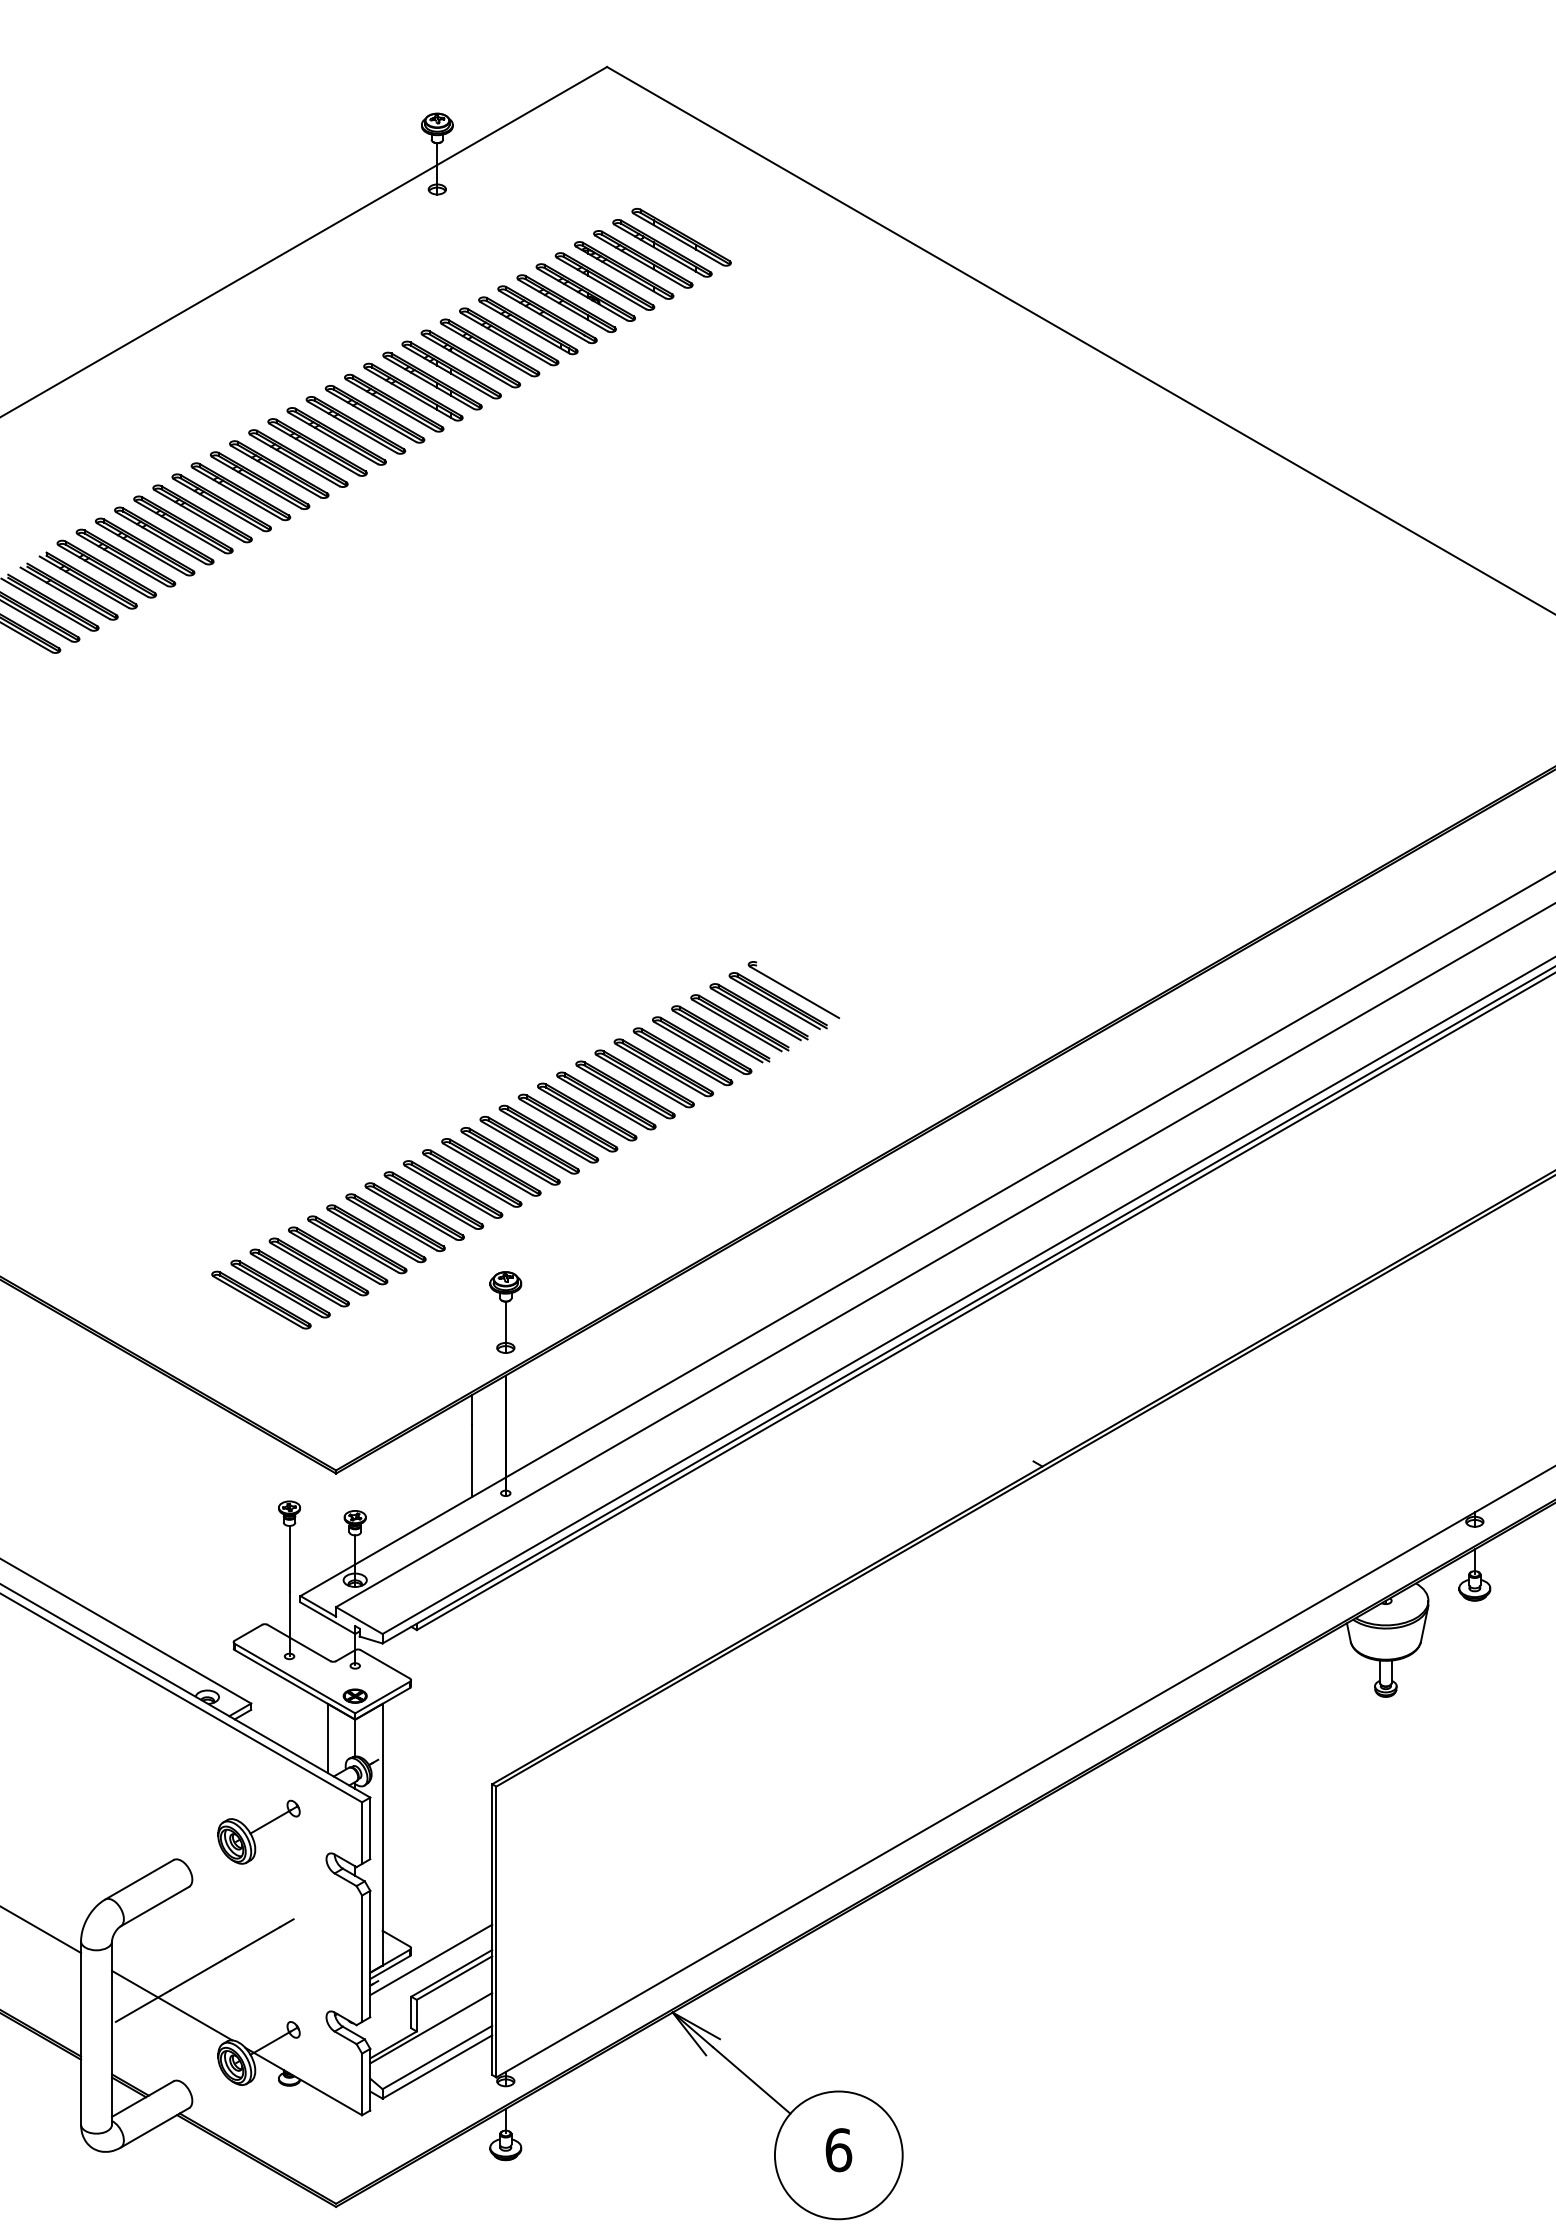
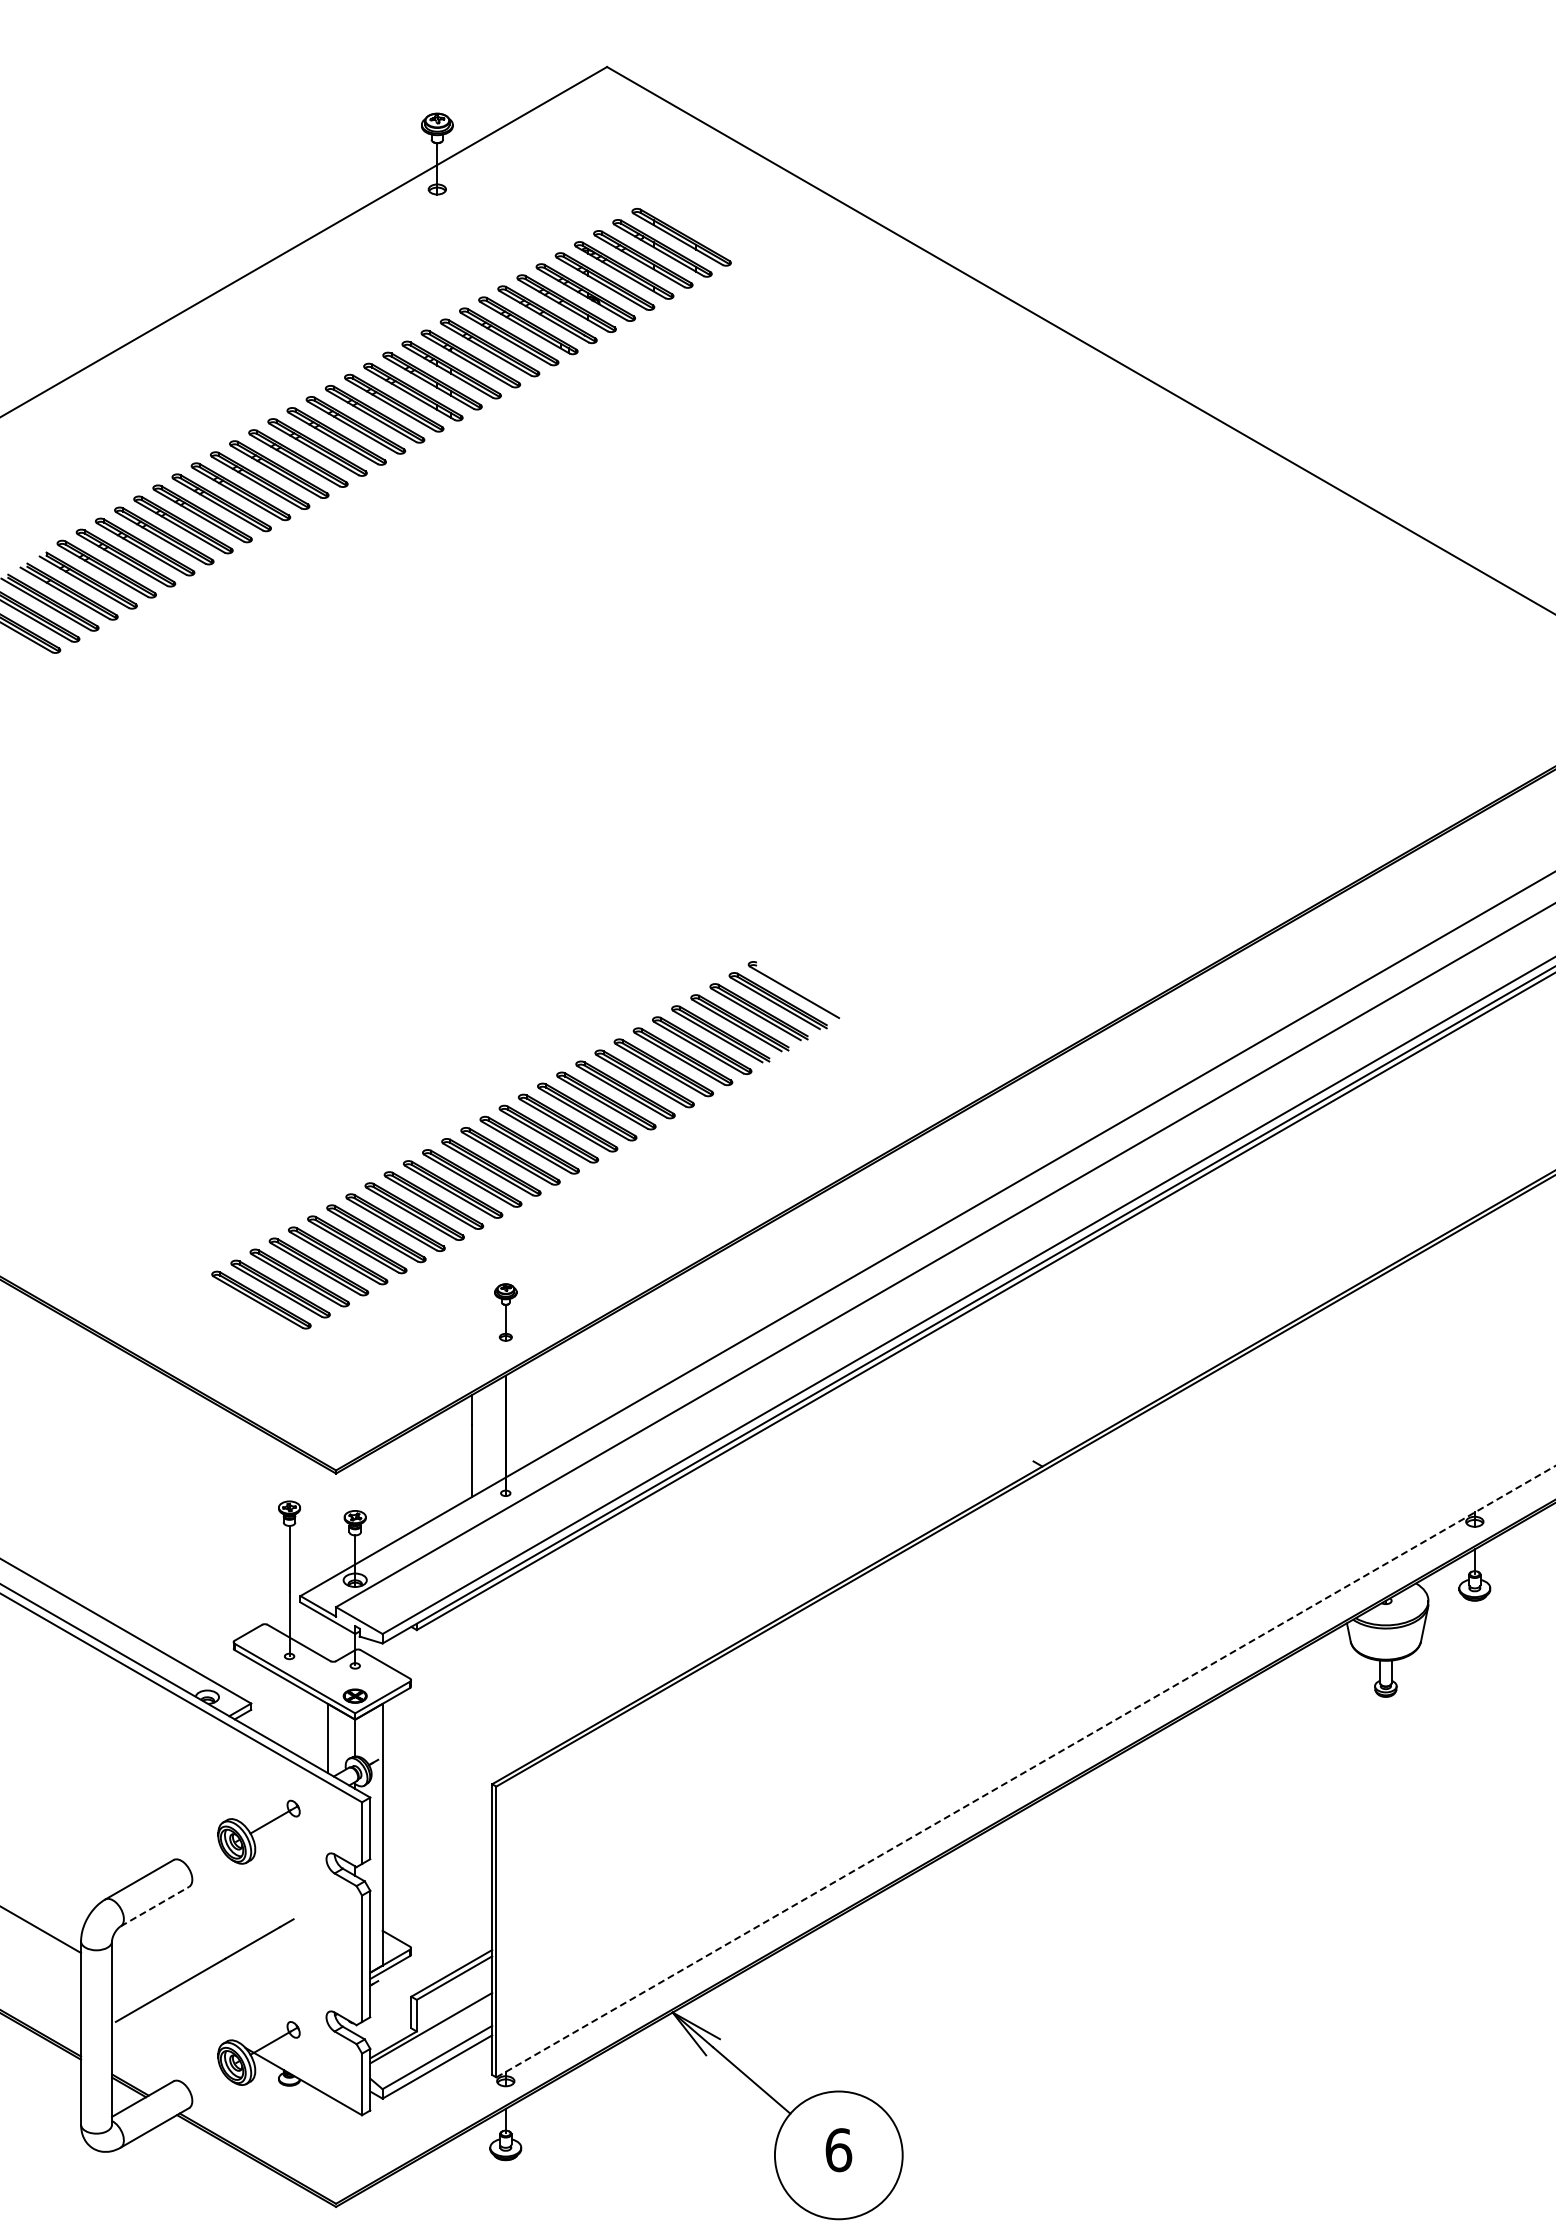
part at (505, 1312) size: 34x83 px -> 24x59 px
line at (1026, 1771): solid -> dashed
line at (154, 1906): solid -> dashed
line at (431, 1959): present -> none
line at (172, 2005): present -> none
